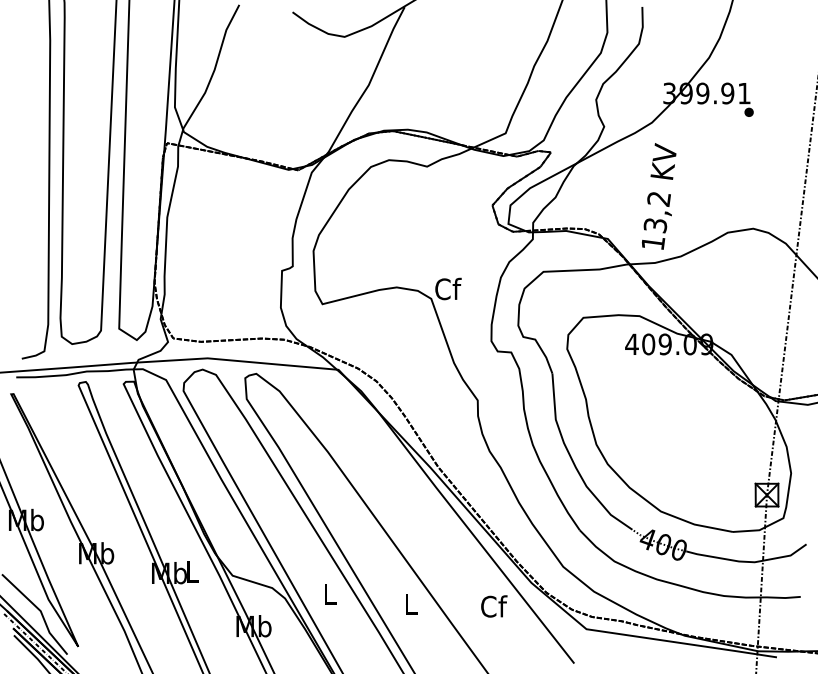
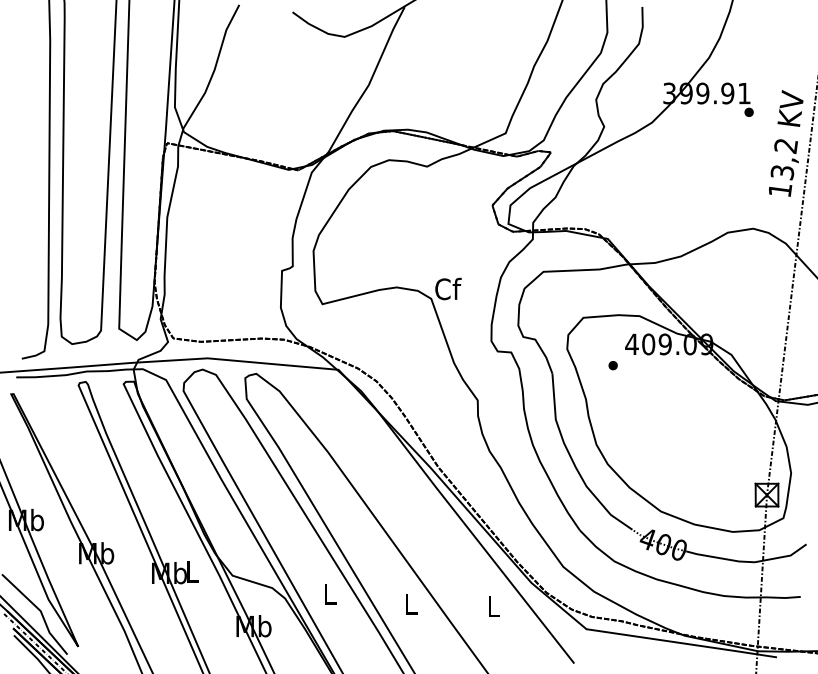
text at (659, 196) position: (659, 196) -> (786, 143)
part at (612, 365): none -> present
text at (494, 606): Cf -> L
